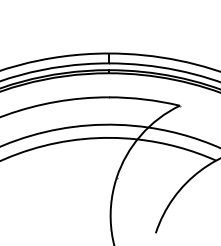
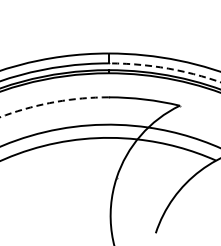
arc at (164, 68): solid -> dashed
arc at (53, 102): solid -> dashed
